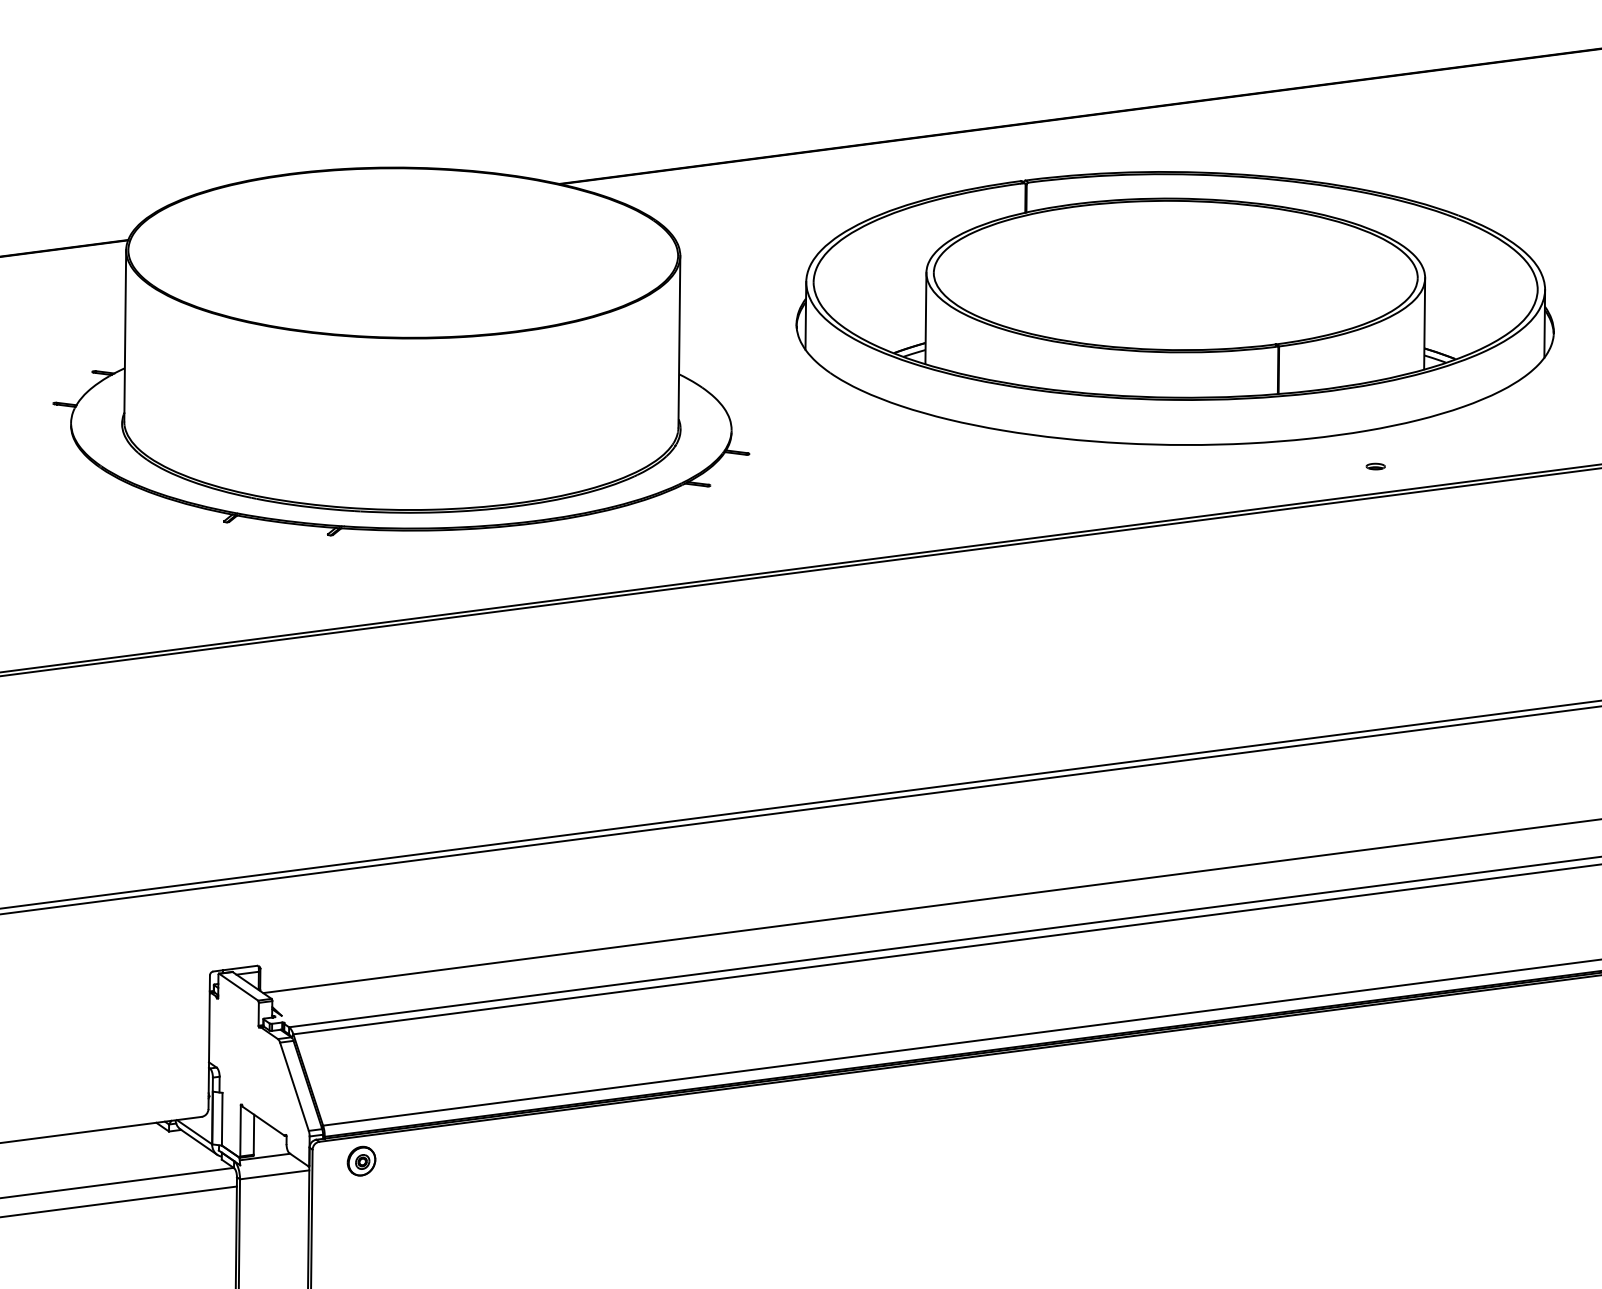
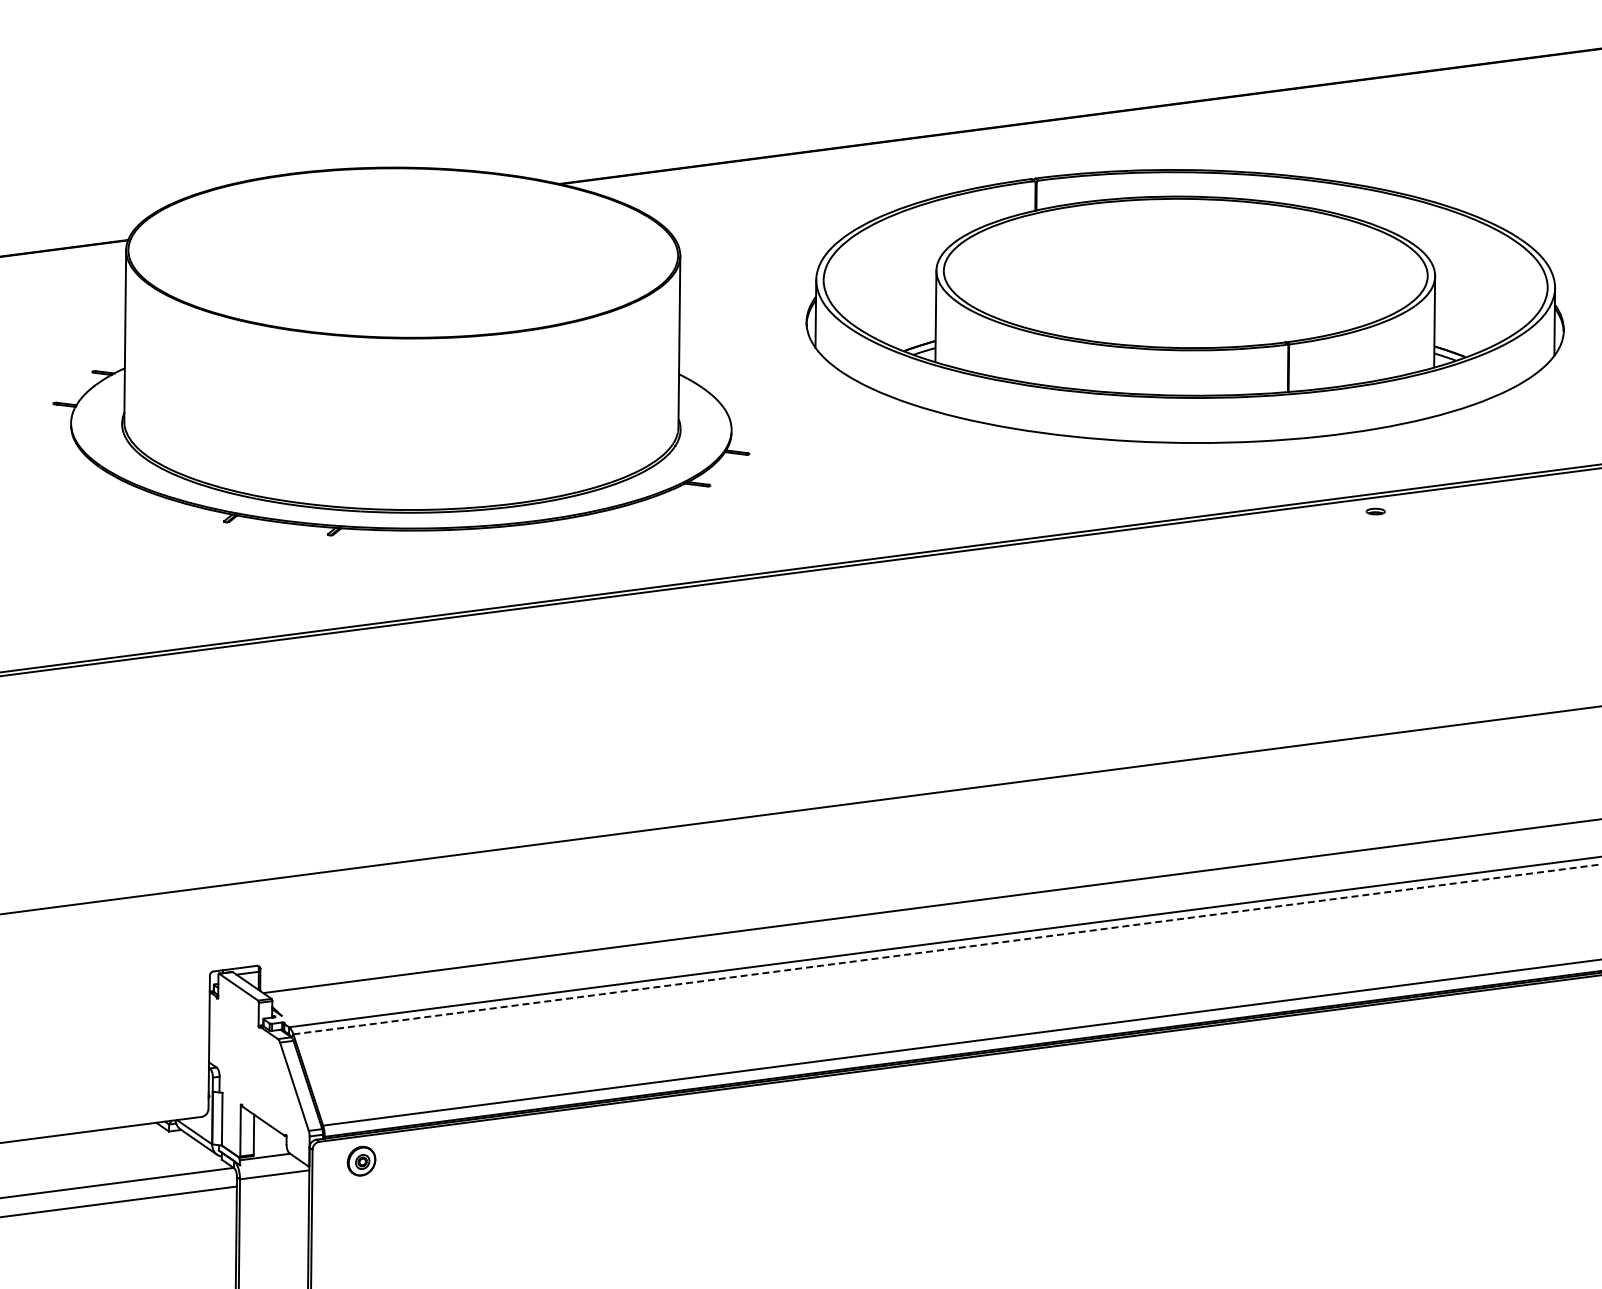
part at (1174, 308) position: (1174, 308) -> (1184, 306)
part at (1375, 466) position: (1375, 466) -> (1375, 511)
line at (800, 804): present -> none
line at (947, 949): solid -> dashed
